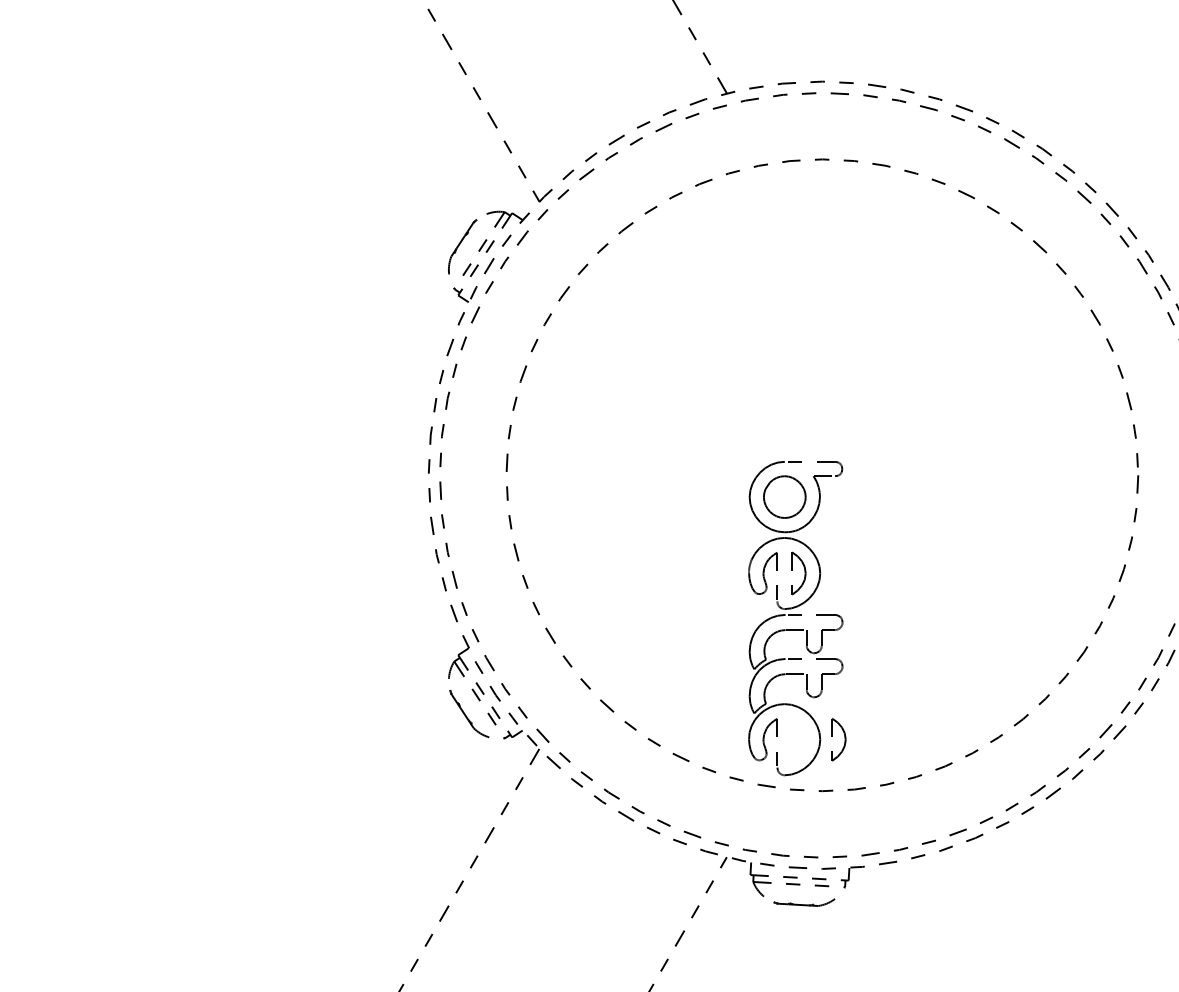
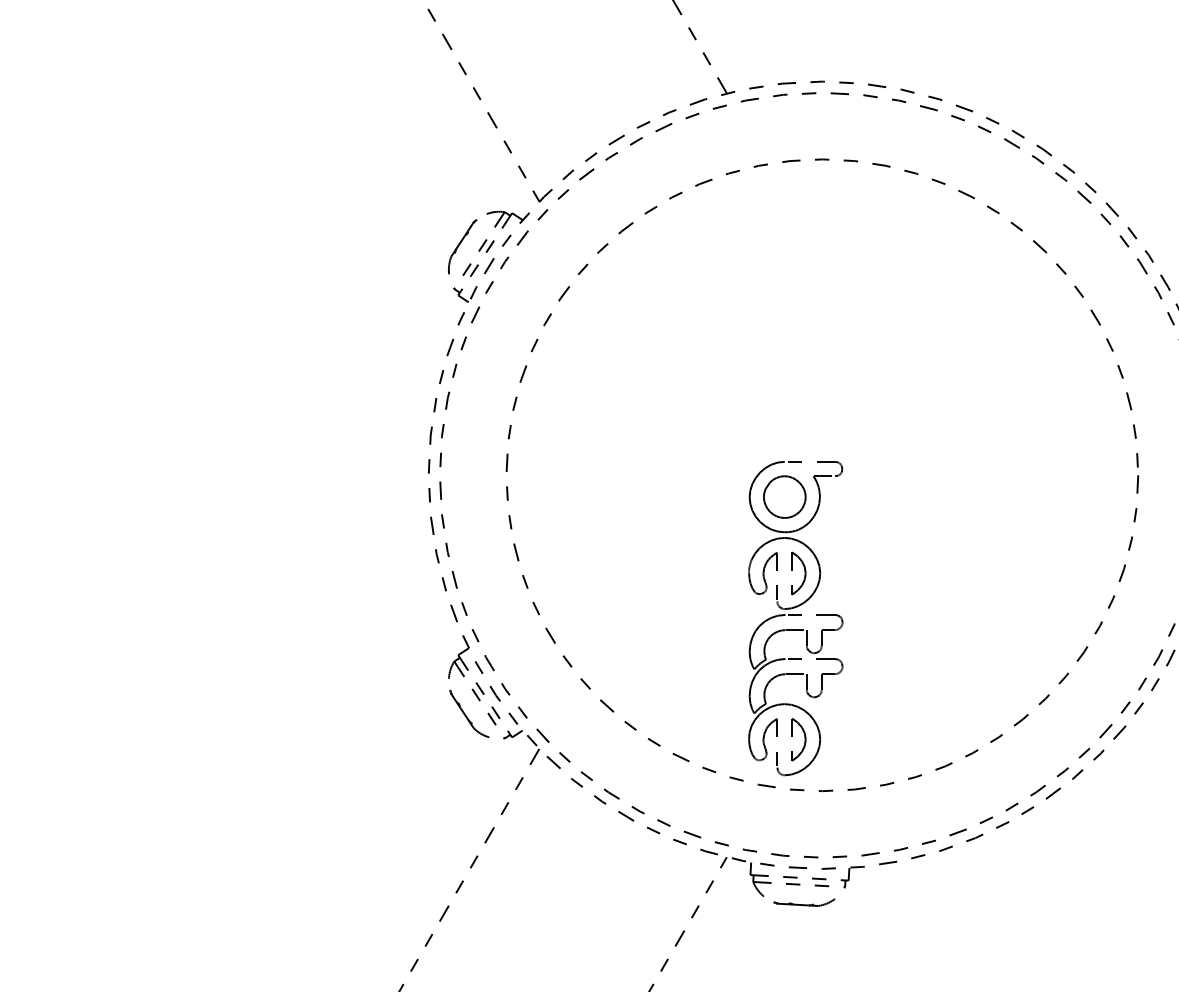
part at (838, 739) position: (838, 739) -> (798, 739)
